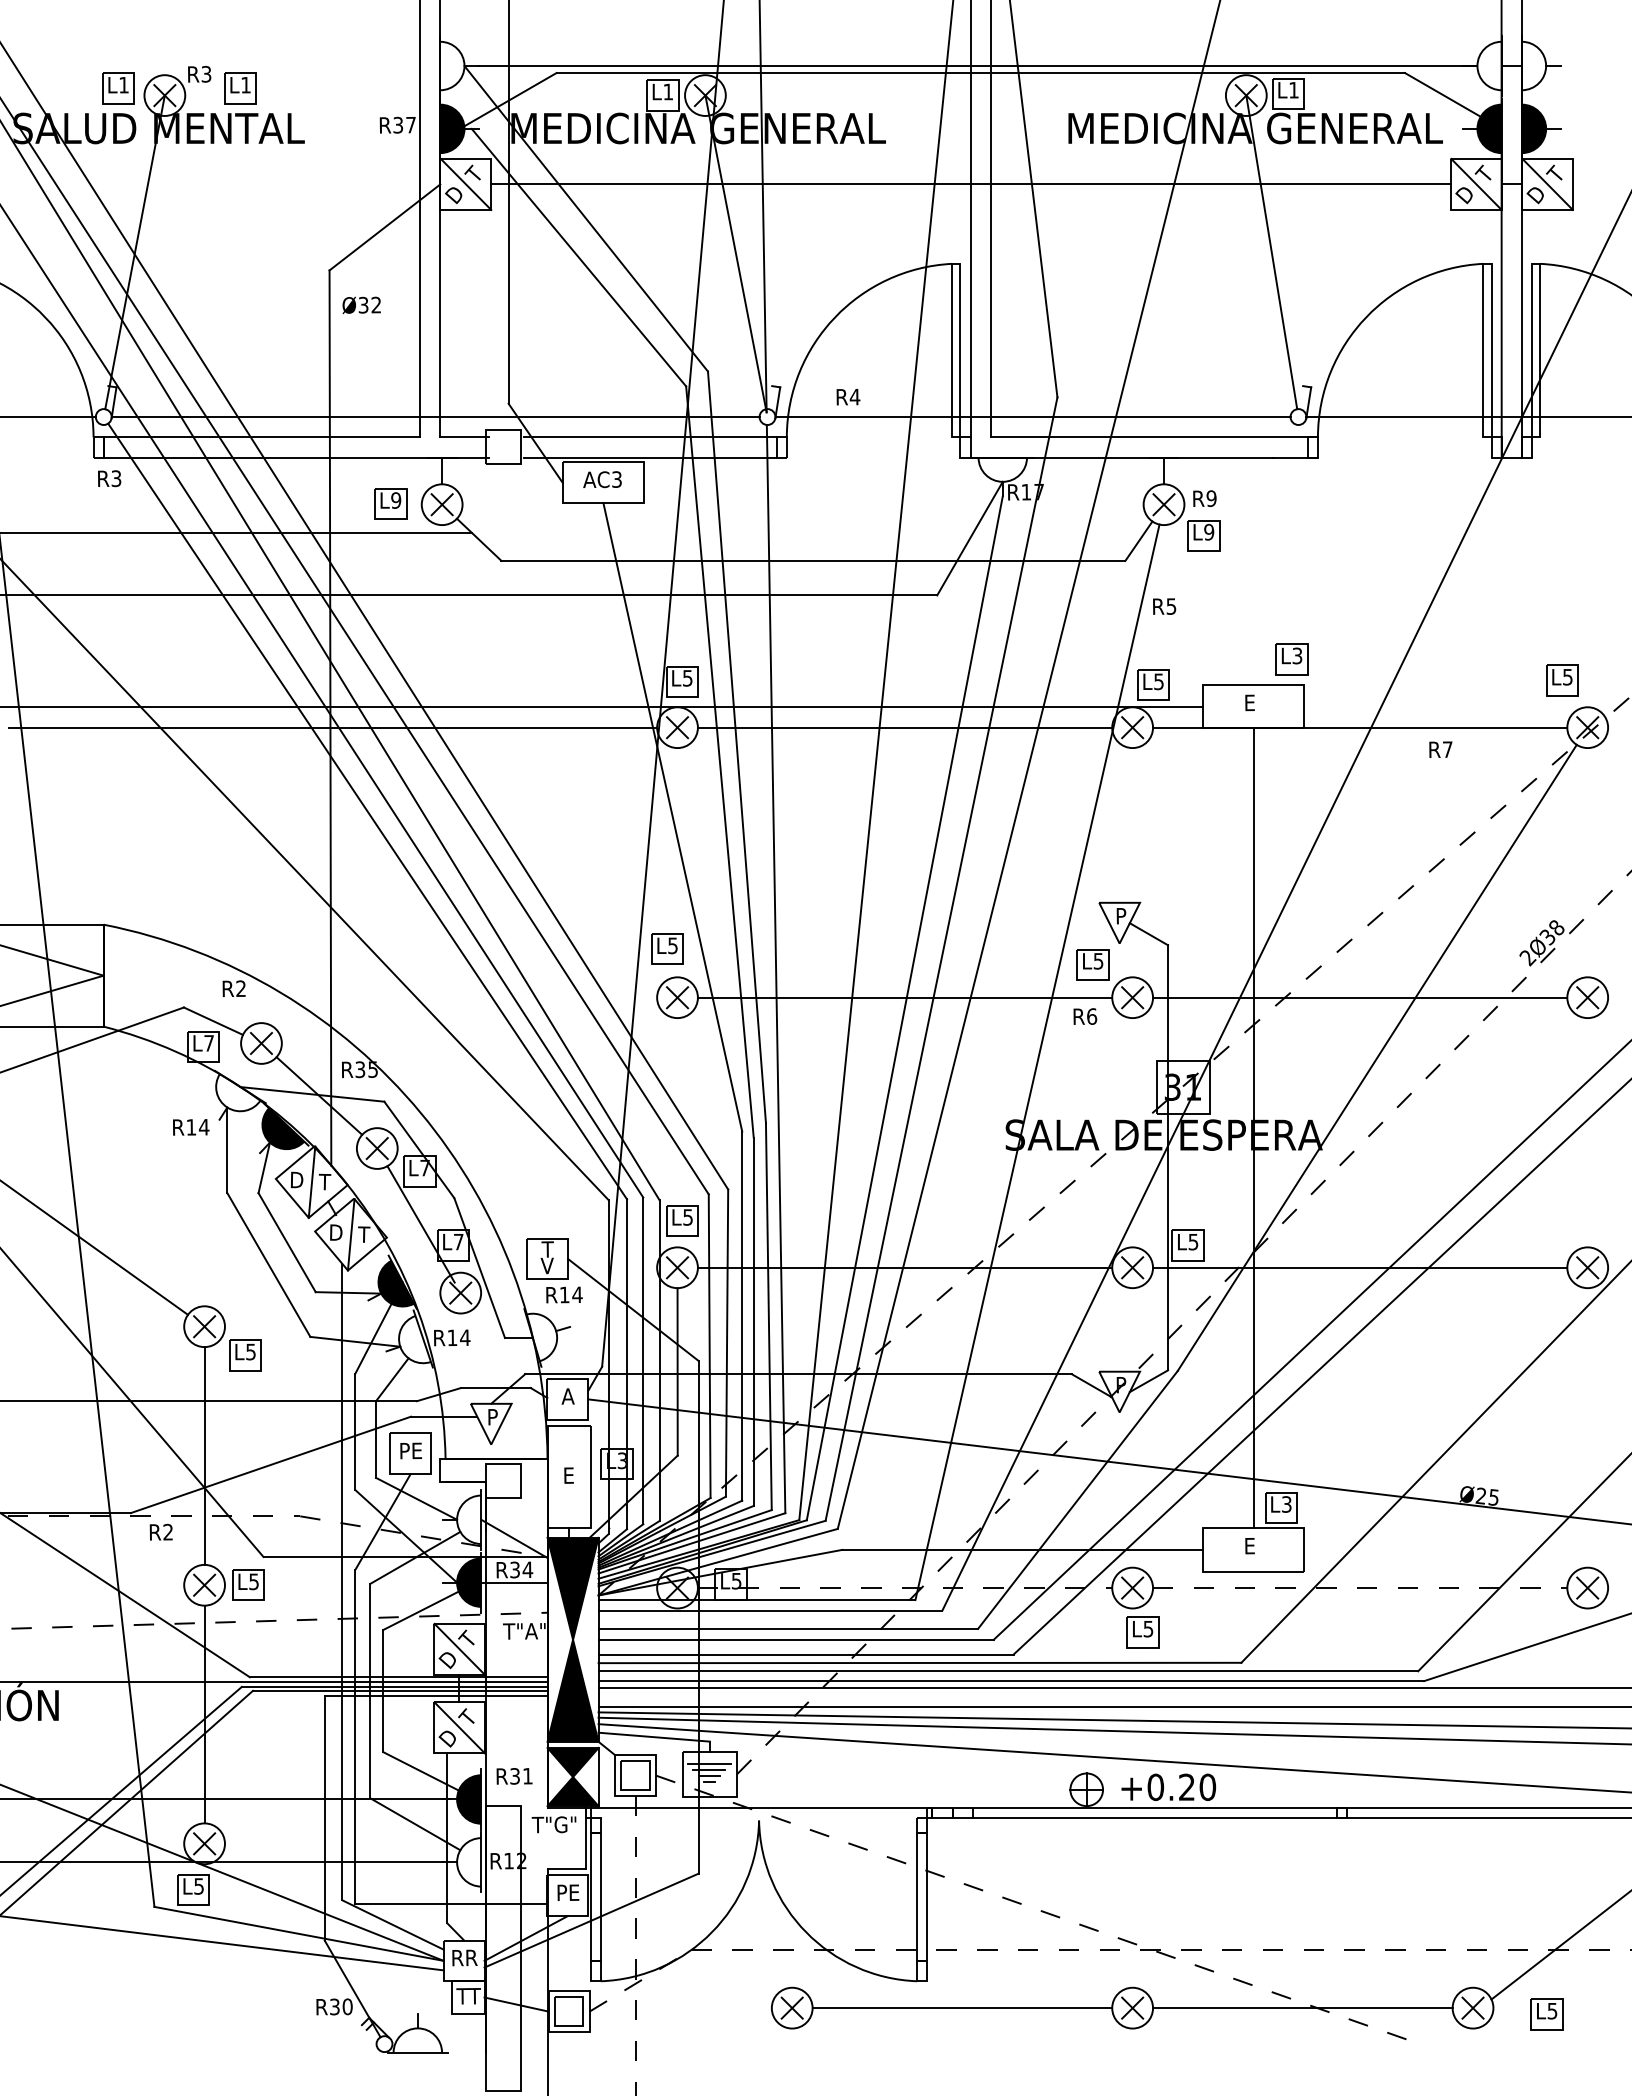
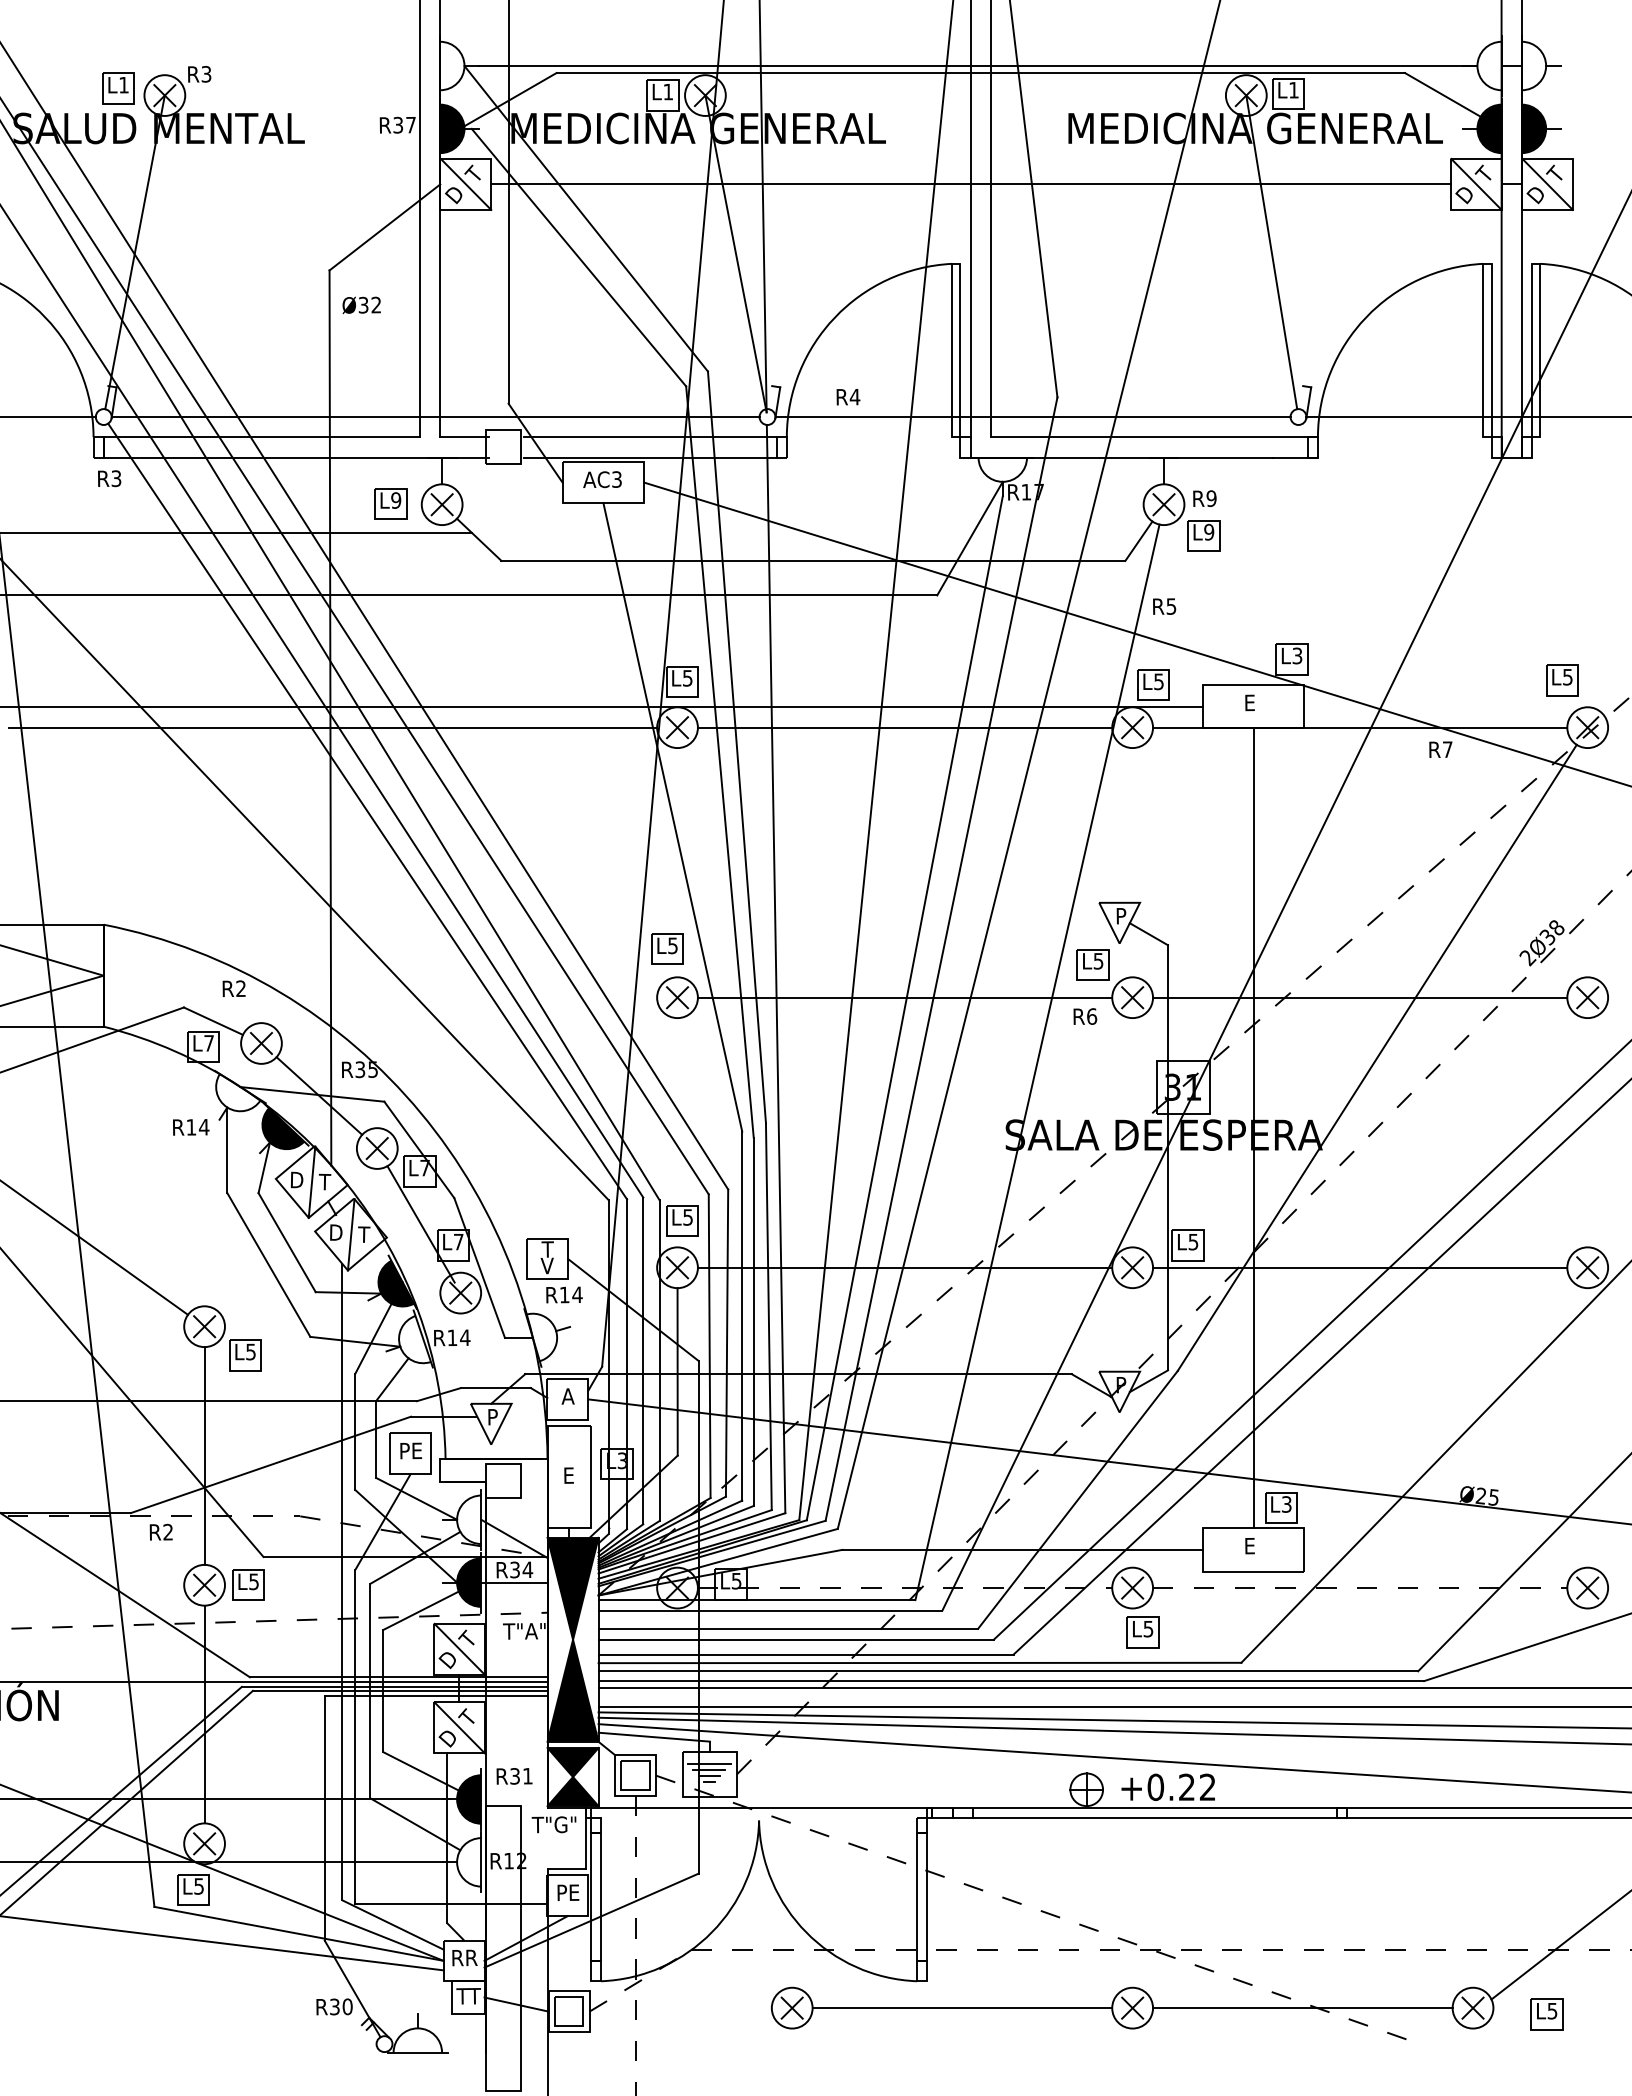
part at (240, 88): present -> none
line at (1136, 633): none -> present
text at (1207, 1786): +0.20 -> +0.22
